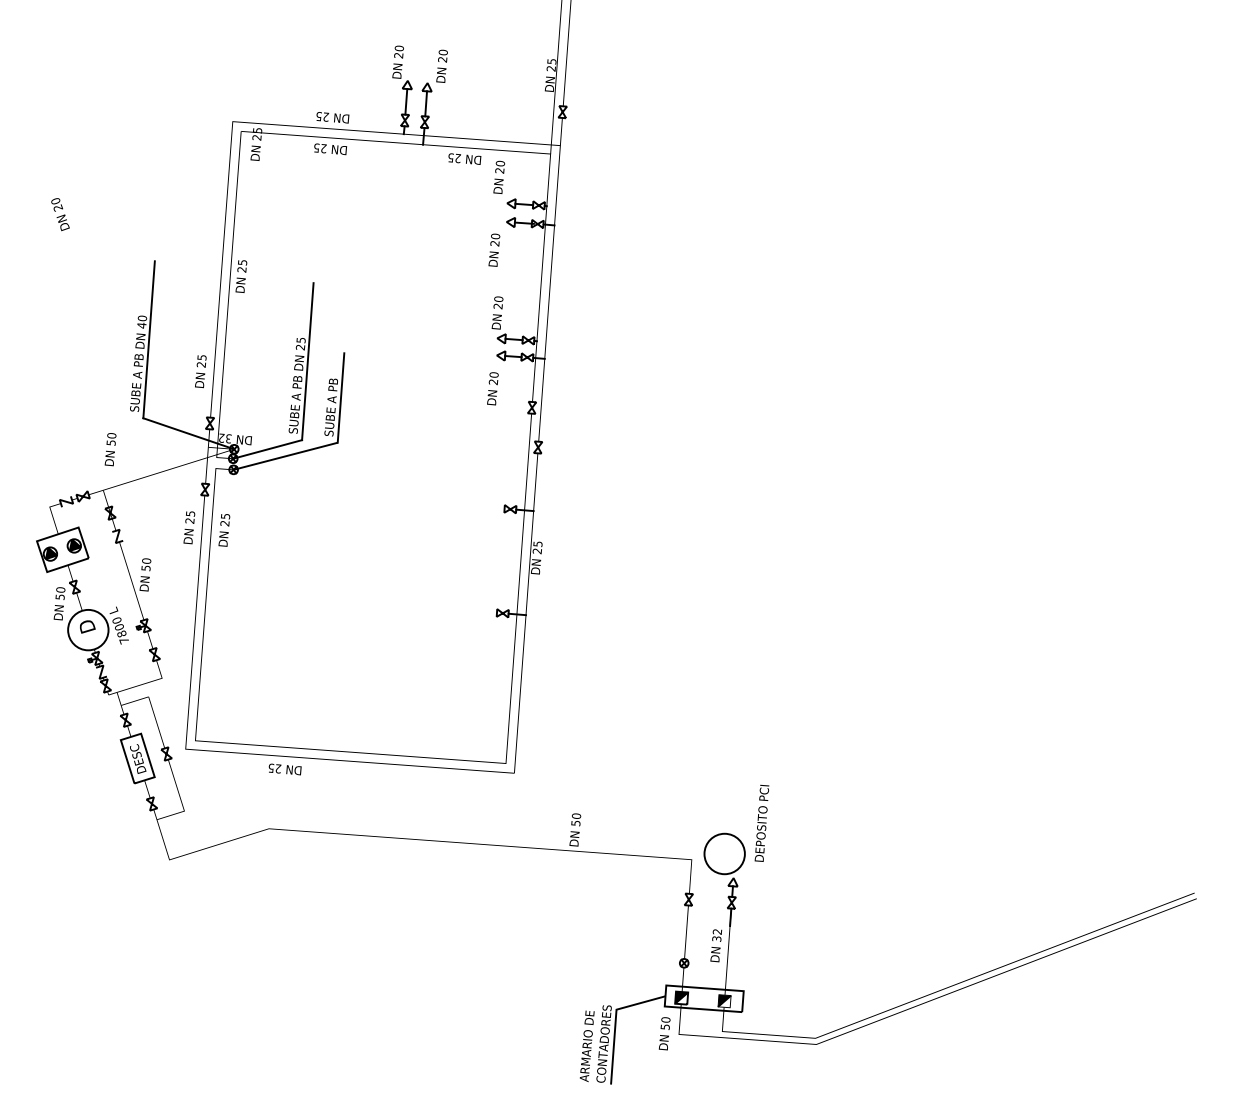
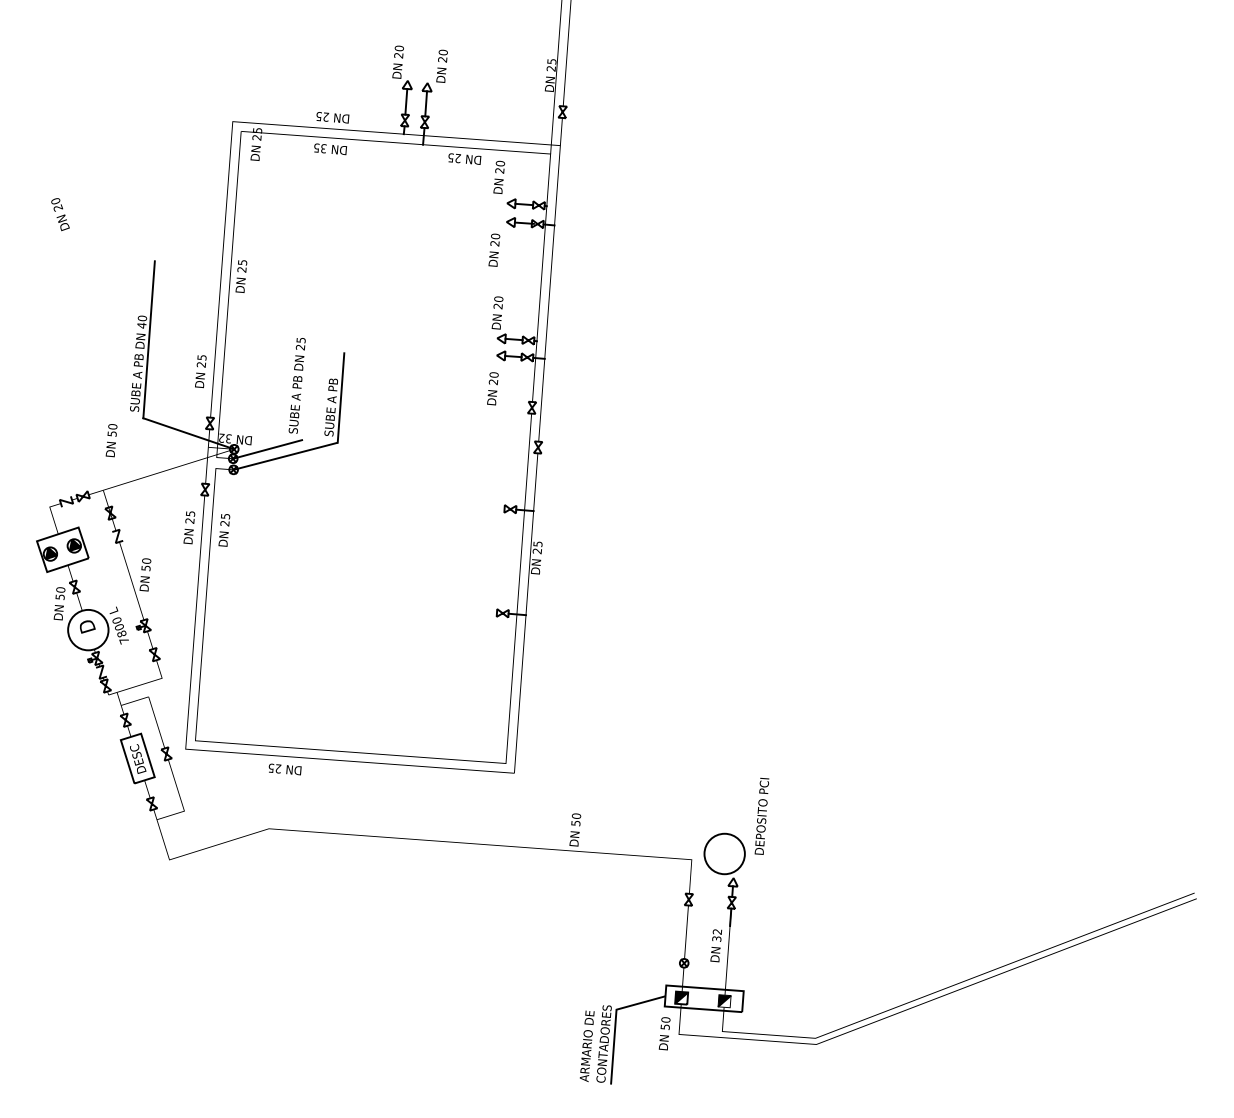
text at (323, 148): 25 -> 35
line at (307, 361): present -> none
text at (110, 449) position: (110, 449) -> (111, 440)
text at (761, 822) position: (761, 822) -> (761, 815)
